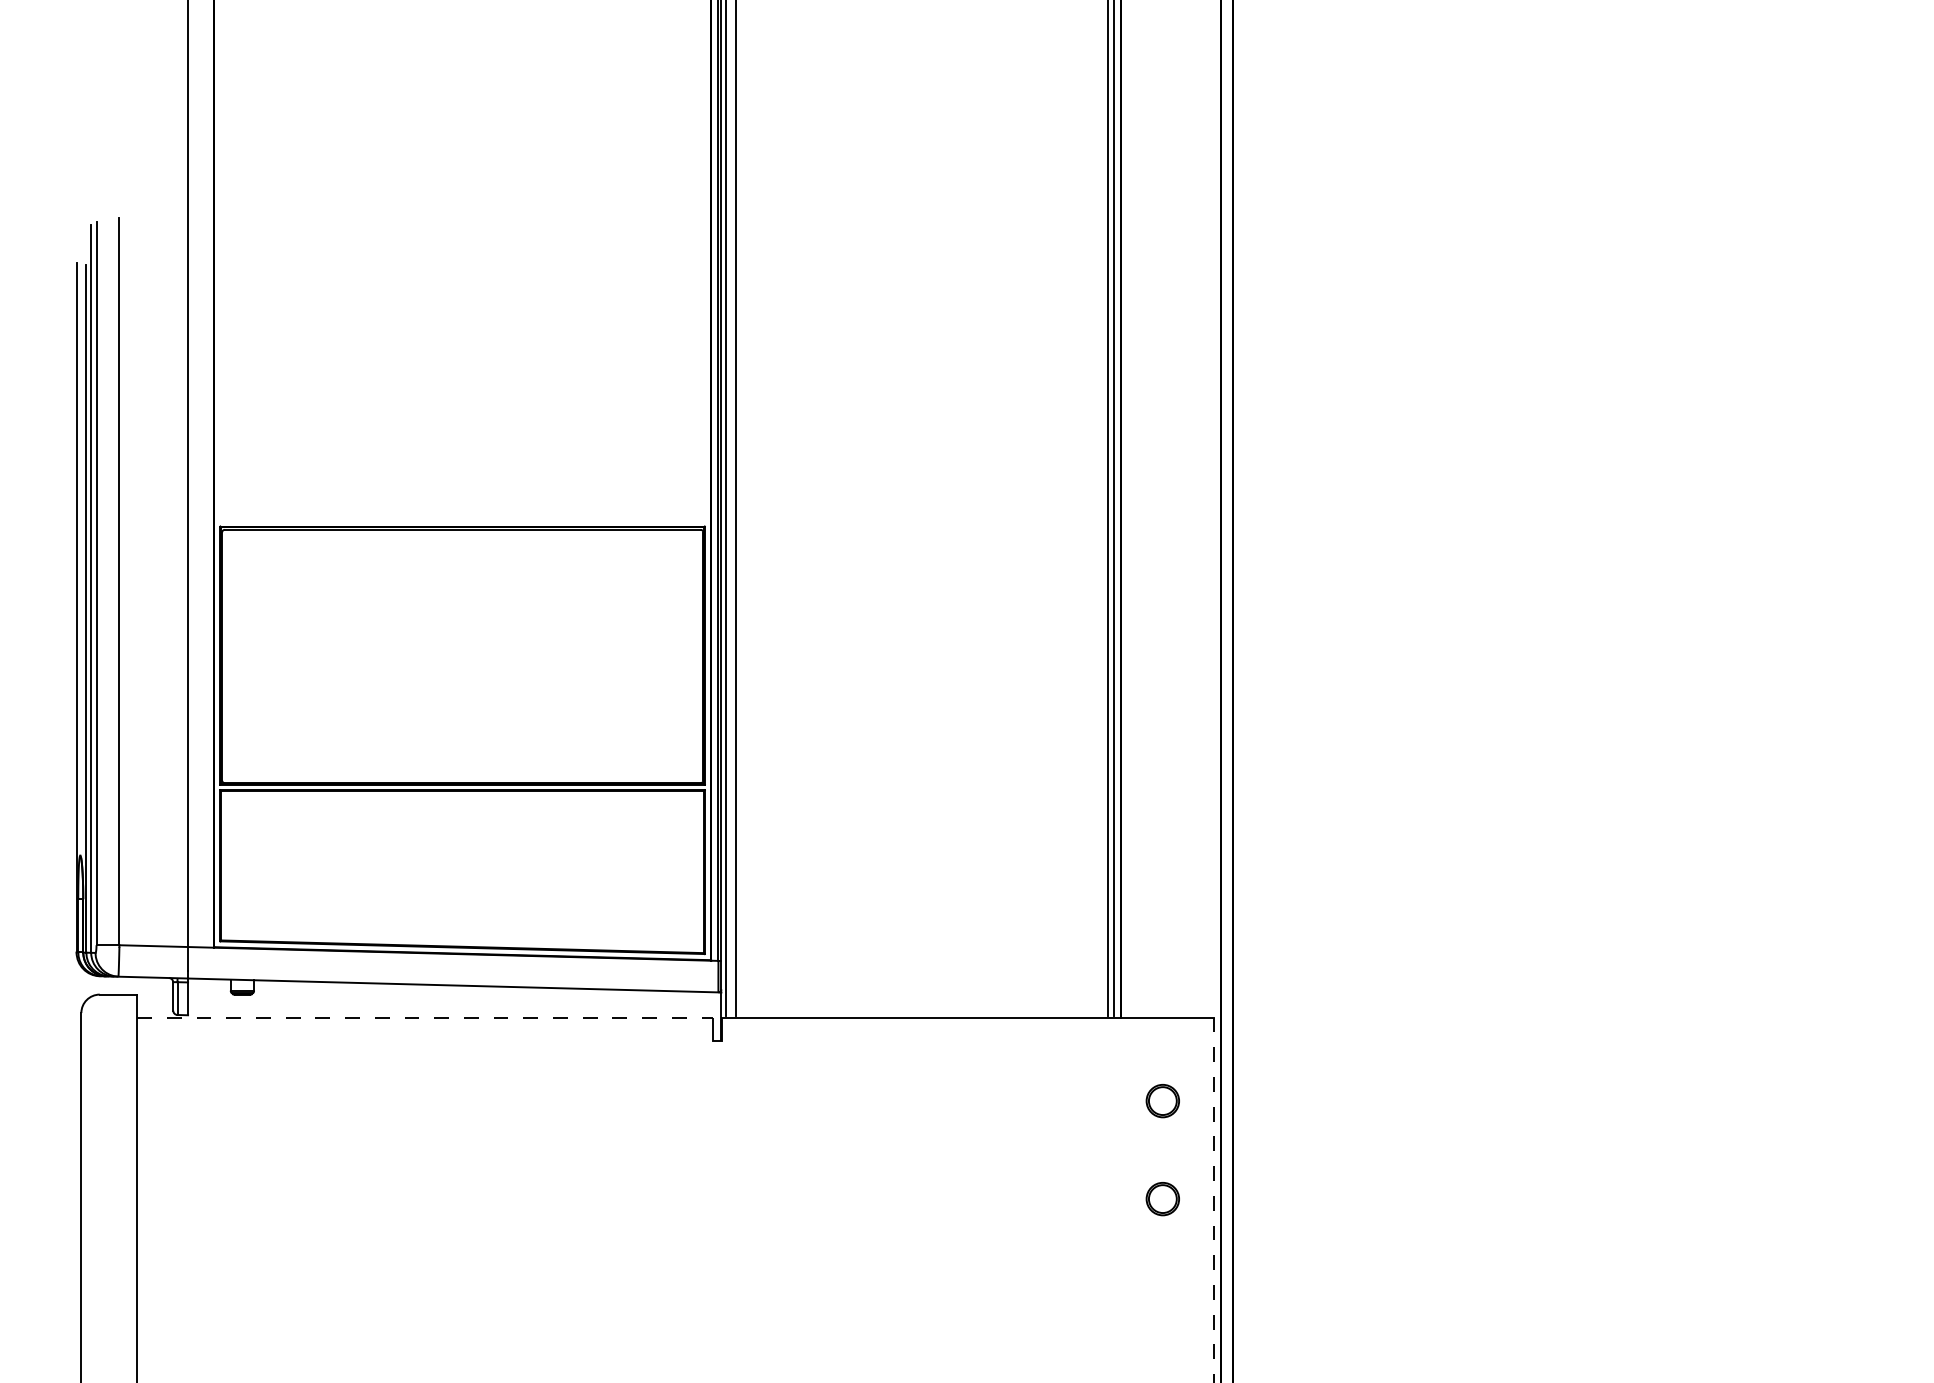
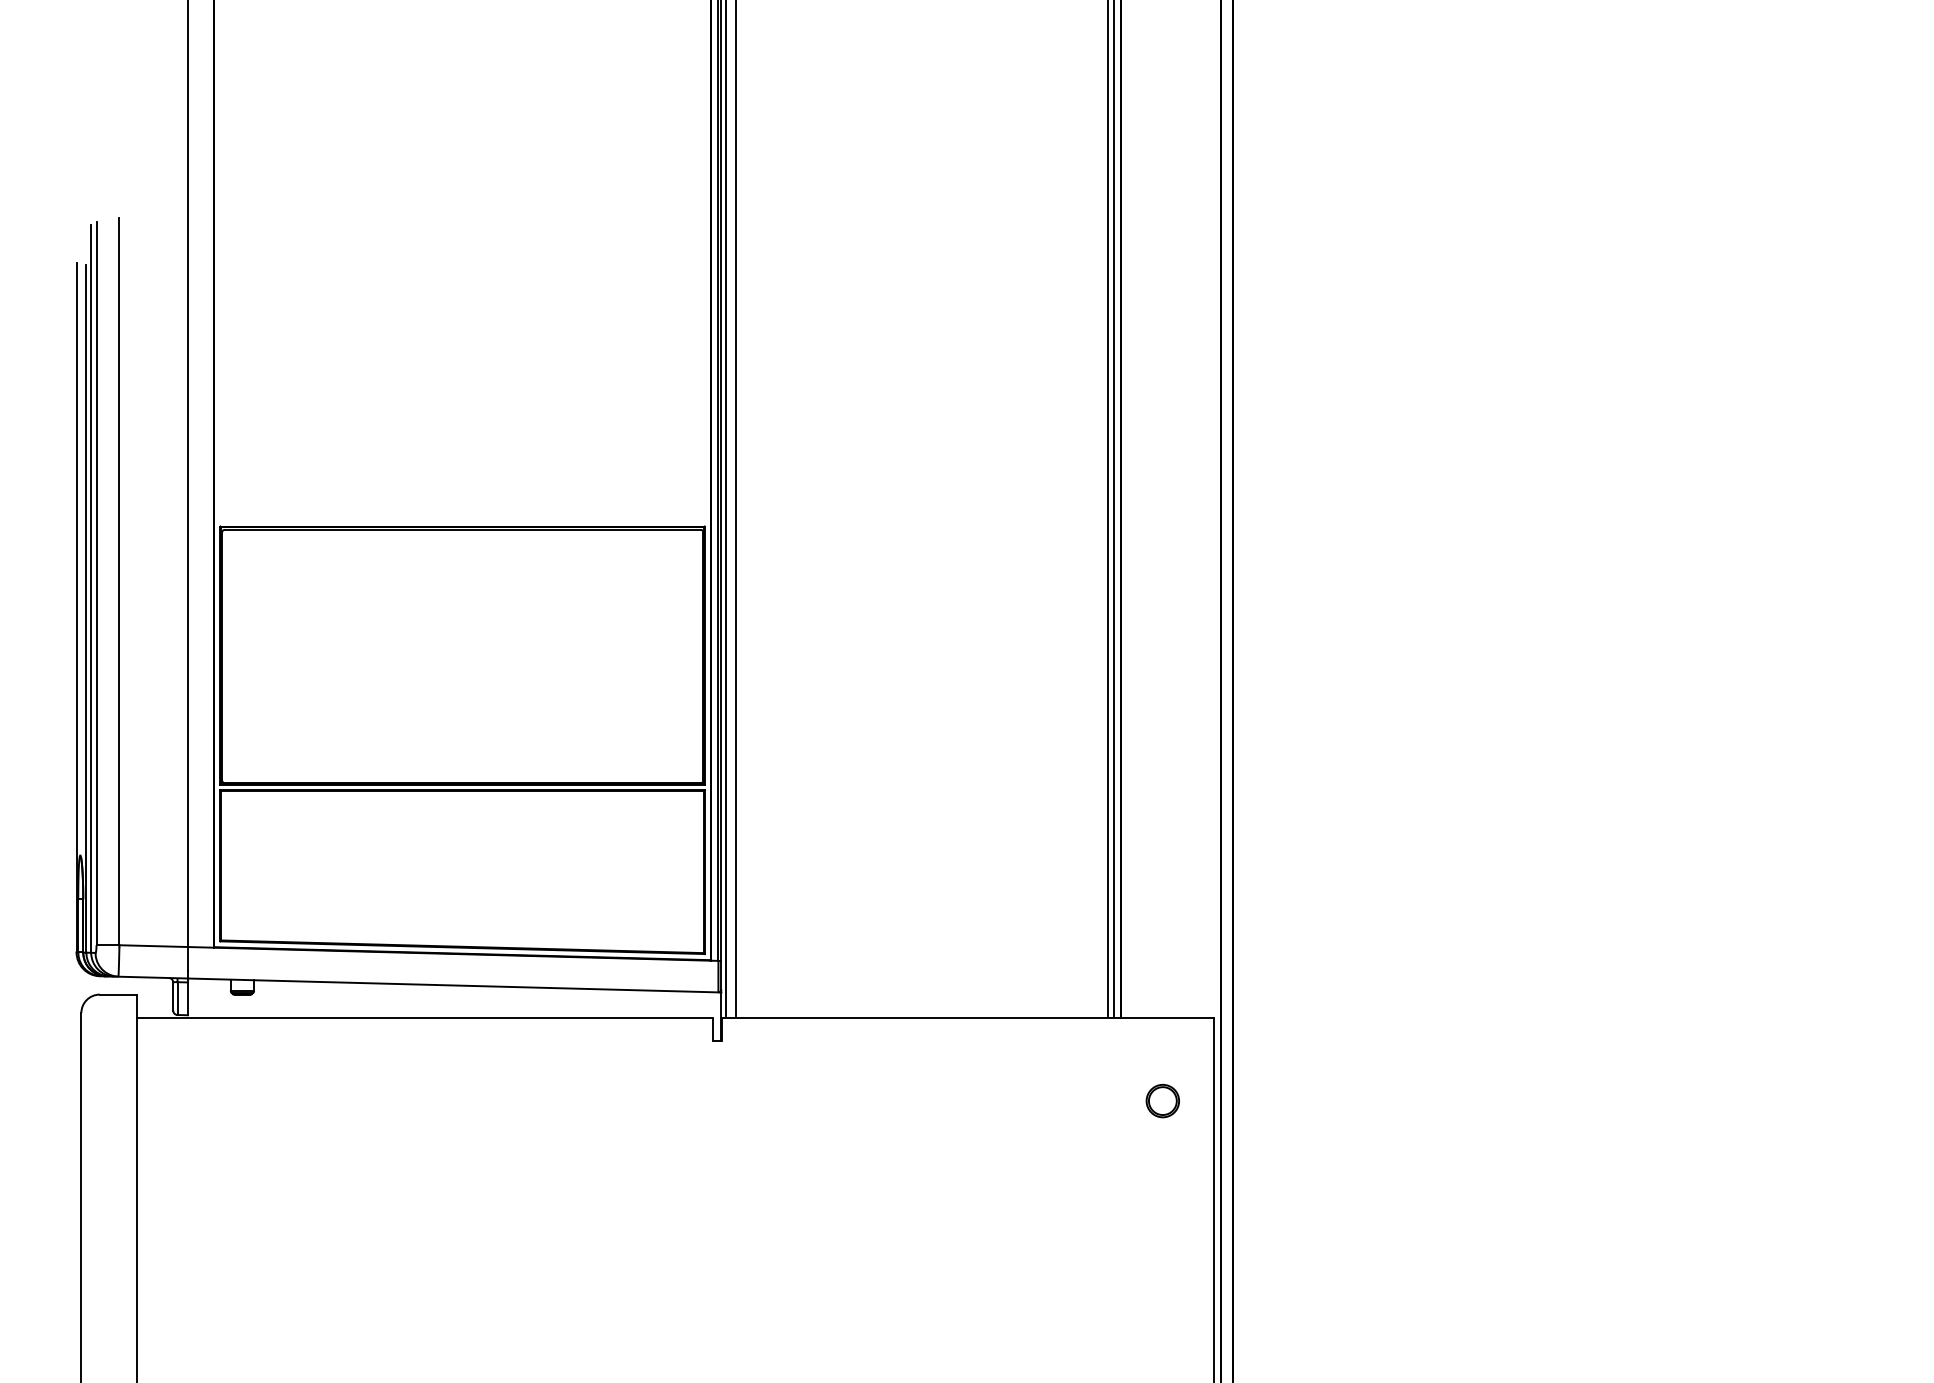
line at (424, 1017): dashed -> solid
part at (1162, 1199): present -> none
line at (1213, 1200): dashed -> solid
